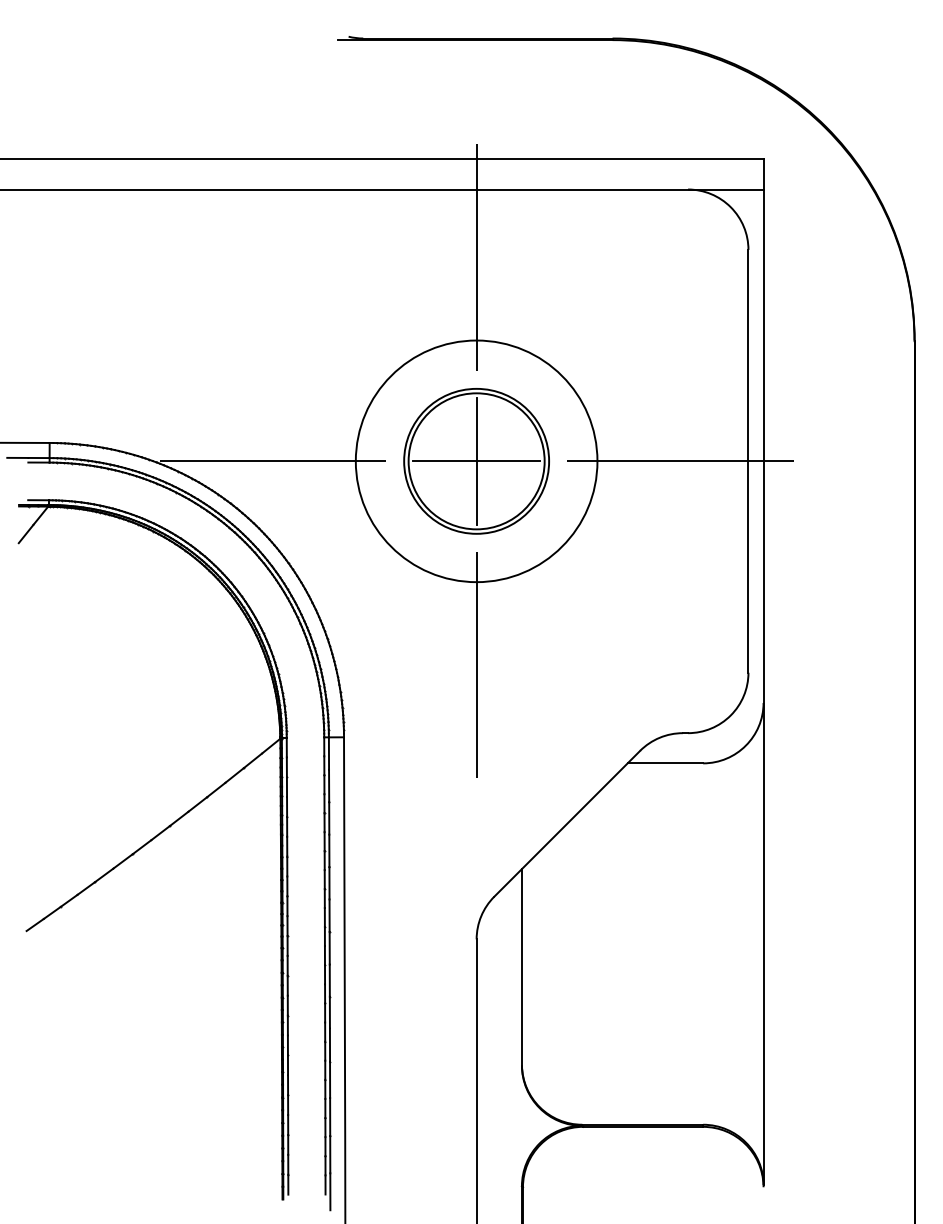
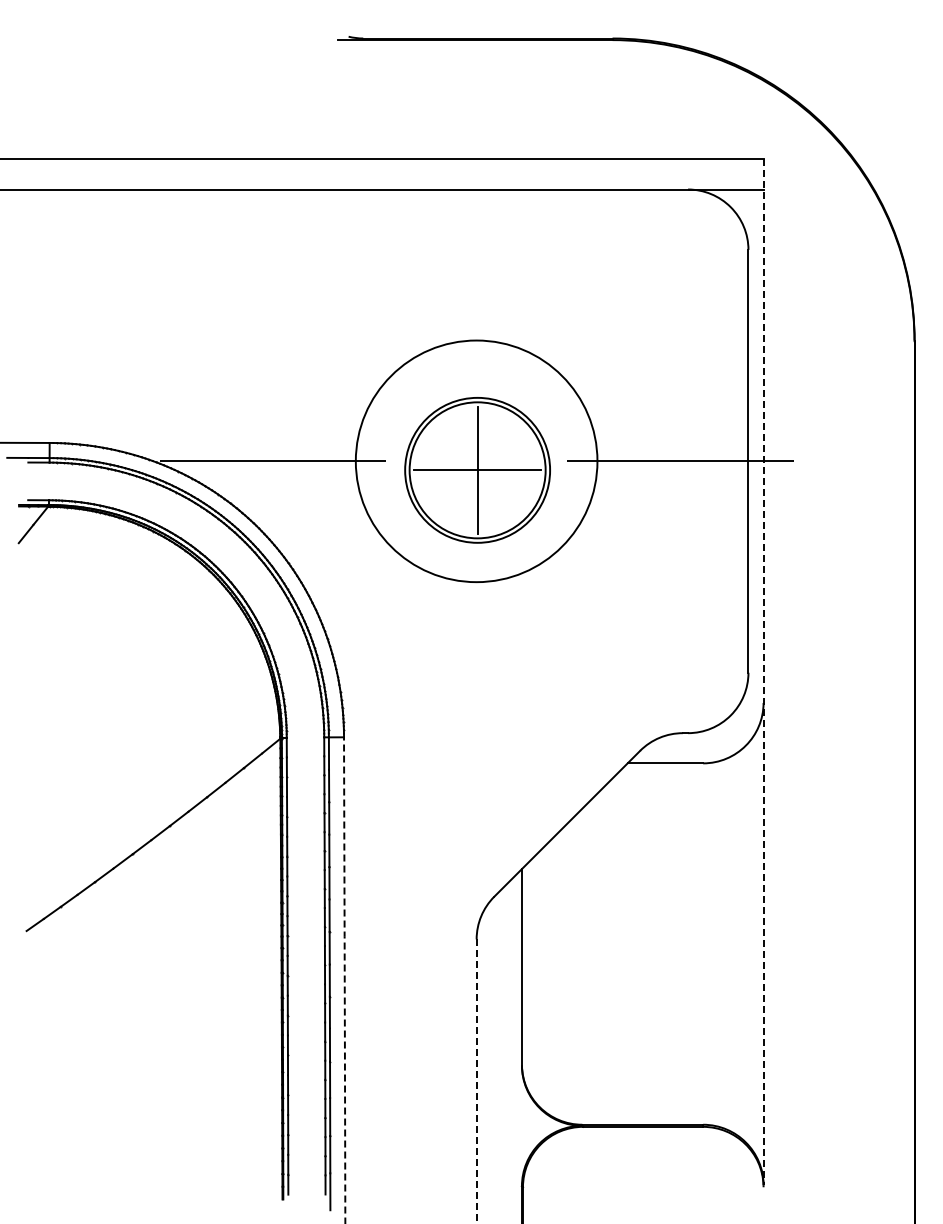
line at (476, 257): present -> none
part at (476, 461) position: (476, 461) -> (477, 470)
line at (476, 664): present -> none
line at (763, 672): solid -> dashed
arc at (344, 980): solid -> dashed
line at (476, 1081): solid -> dashed
